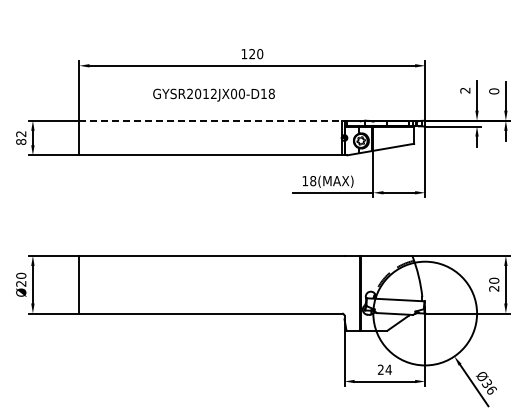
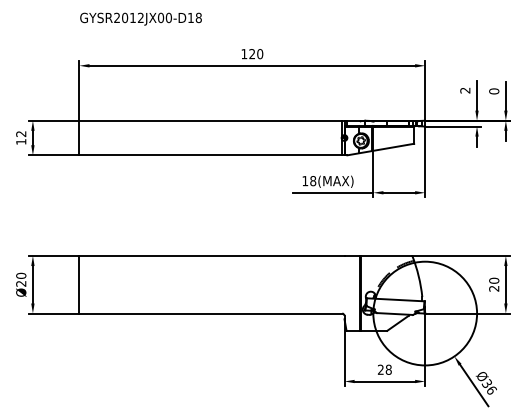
text at (213, 94) position: (213, 94) -> (140, 18)
line at (211, 120): dashed -> solid
text at (21, 141): 82 -> 12
text at (388, 369): 24 -> 28
